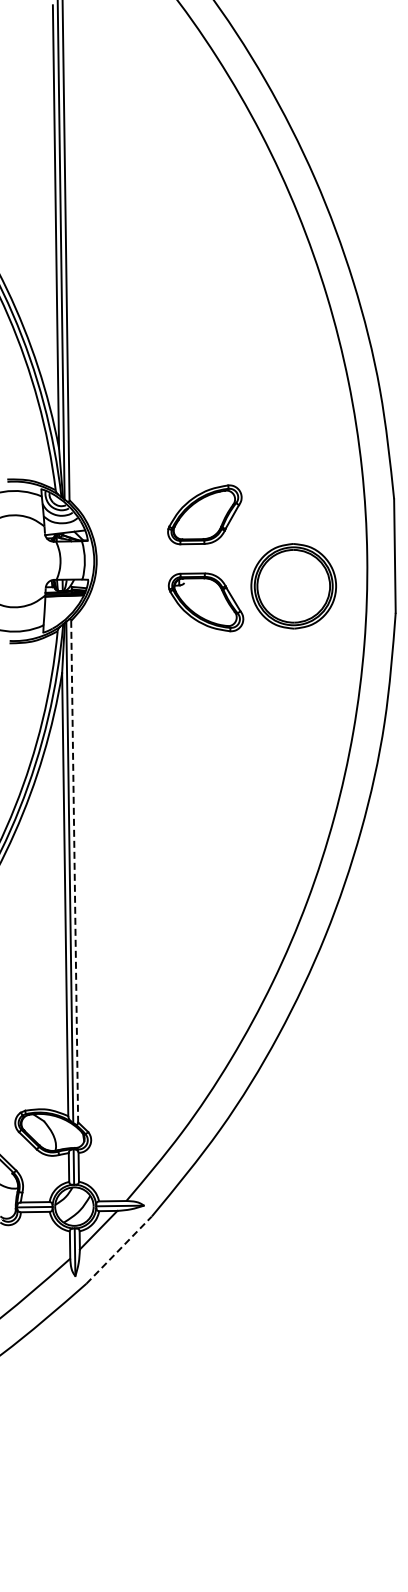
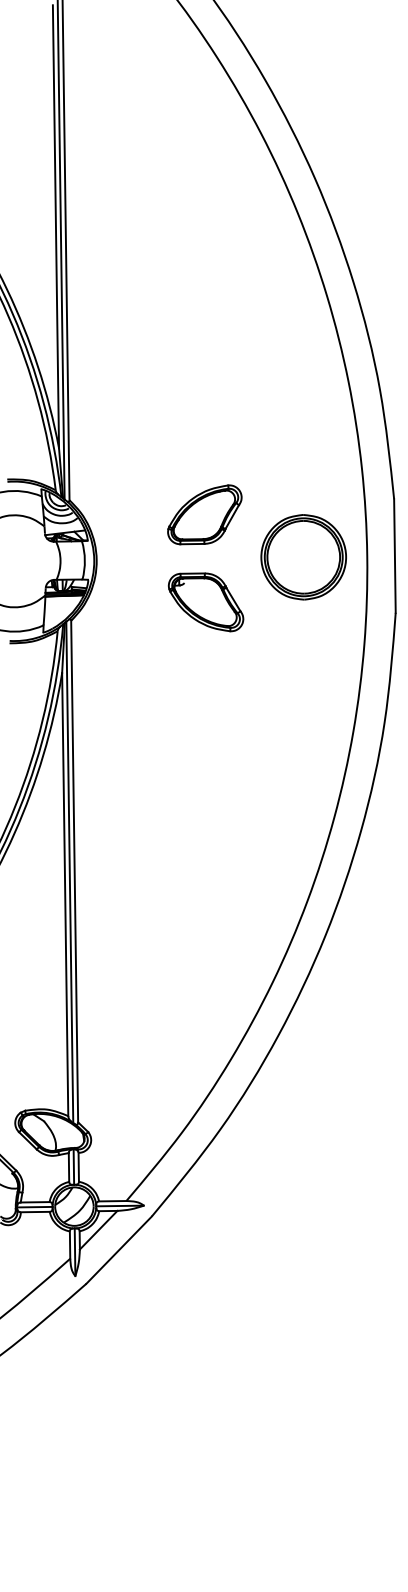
part at (293, 586) position: (293, 586) -> (303, 557)
line at (74, 871): dashed -> solid
line at (119, 1250): dashed -> solid
